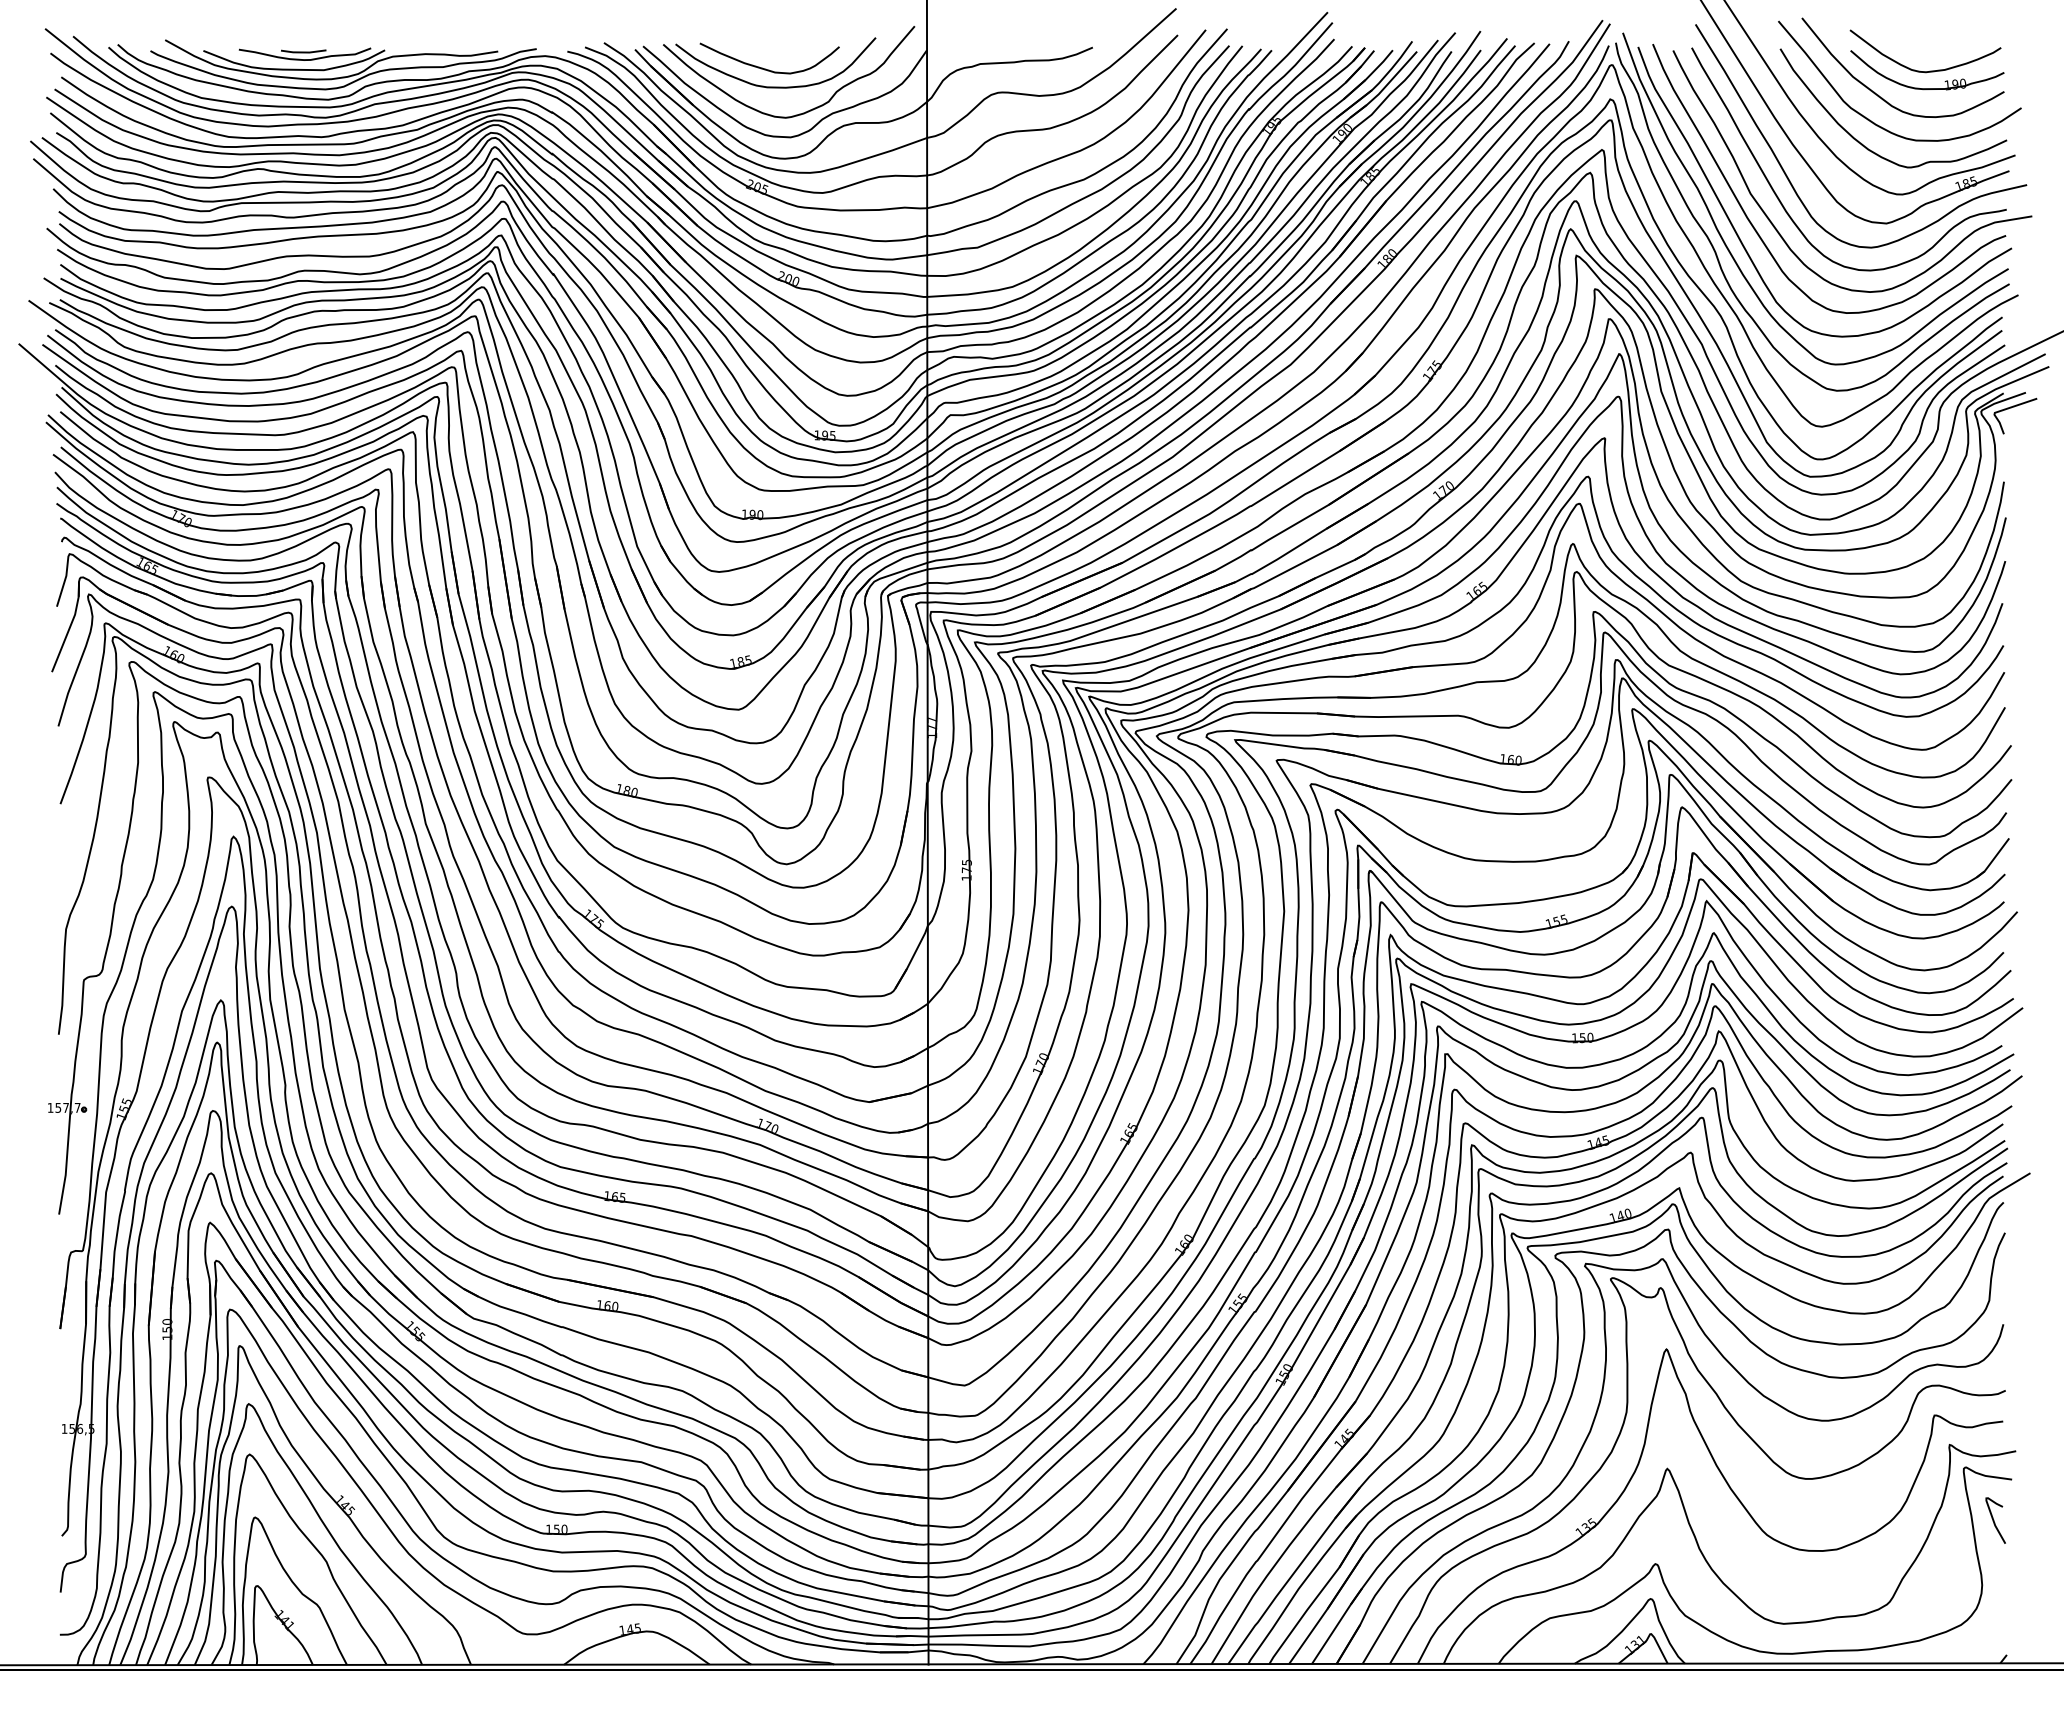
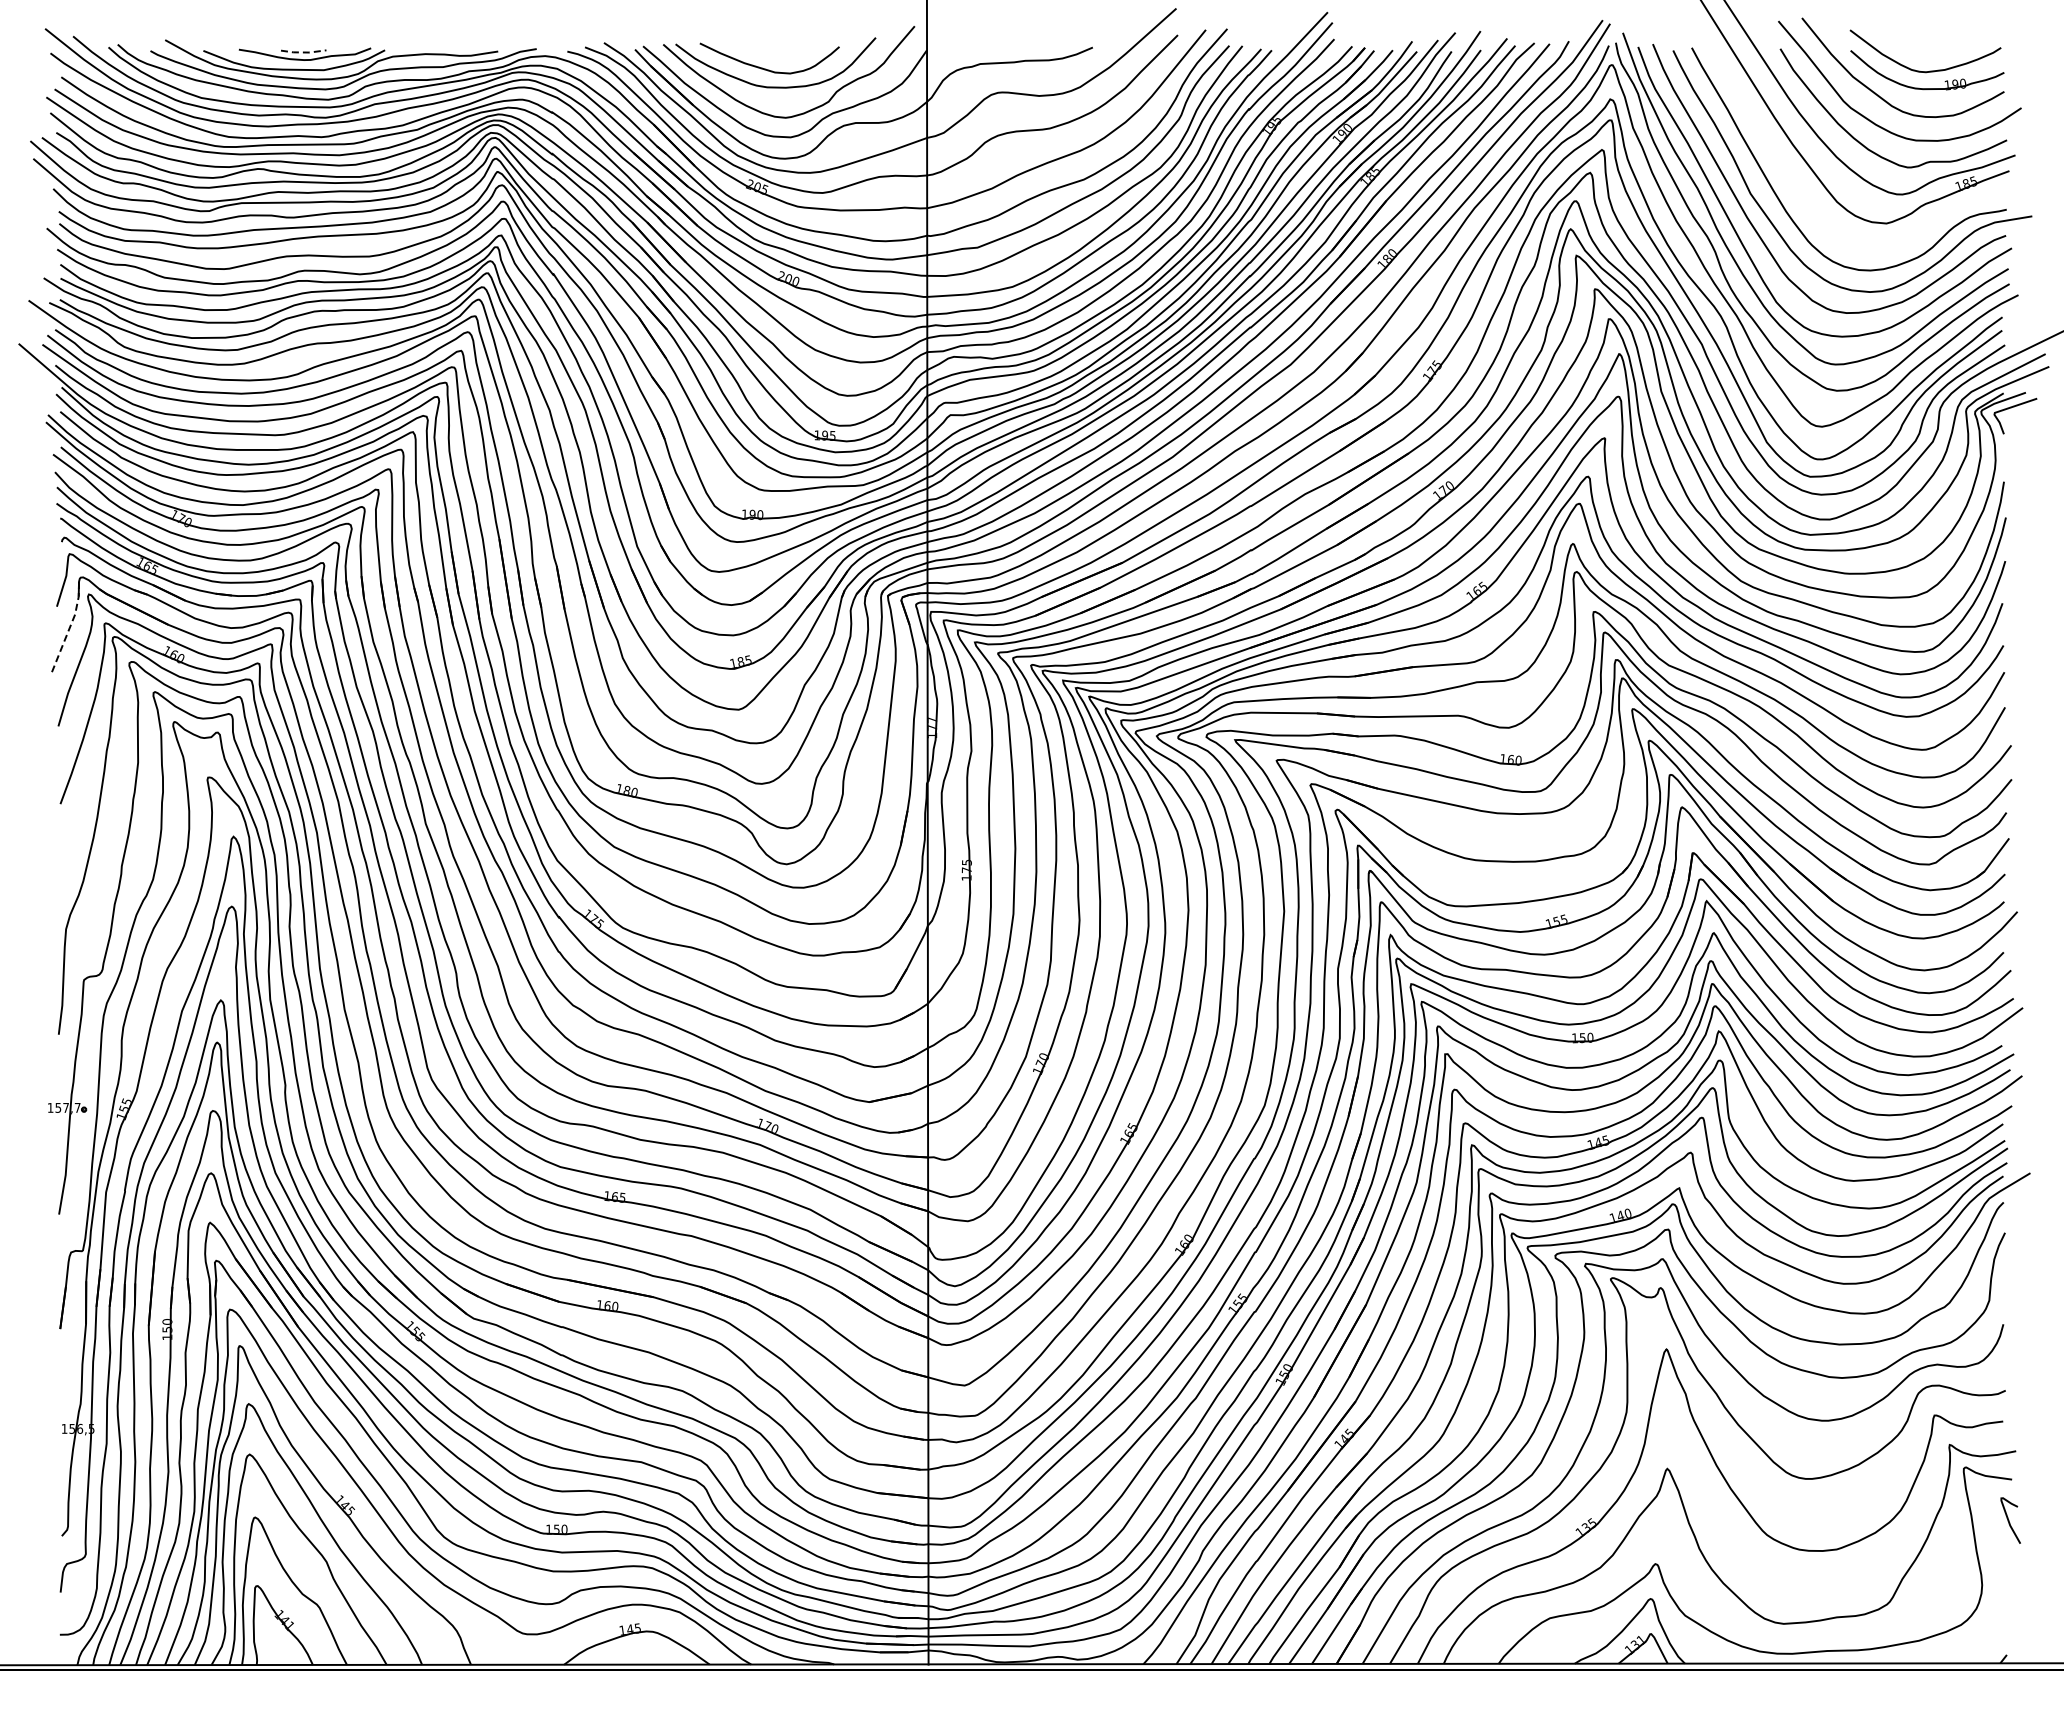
line at (303, 52): solid -> dashed
curve at (1790, 180): present -> none
line at (70, 625): solid -> dashed
curve at (1994, 1520) position: (1994, 1520) -> (2009, 1520)
